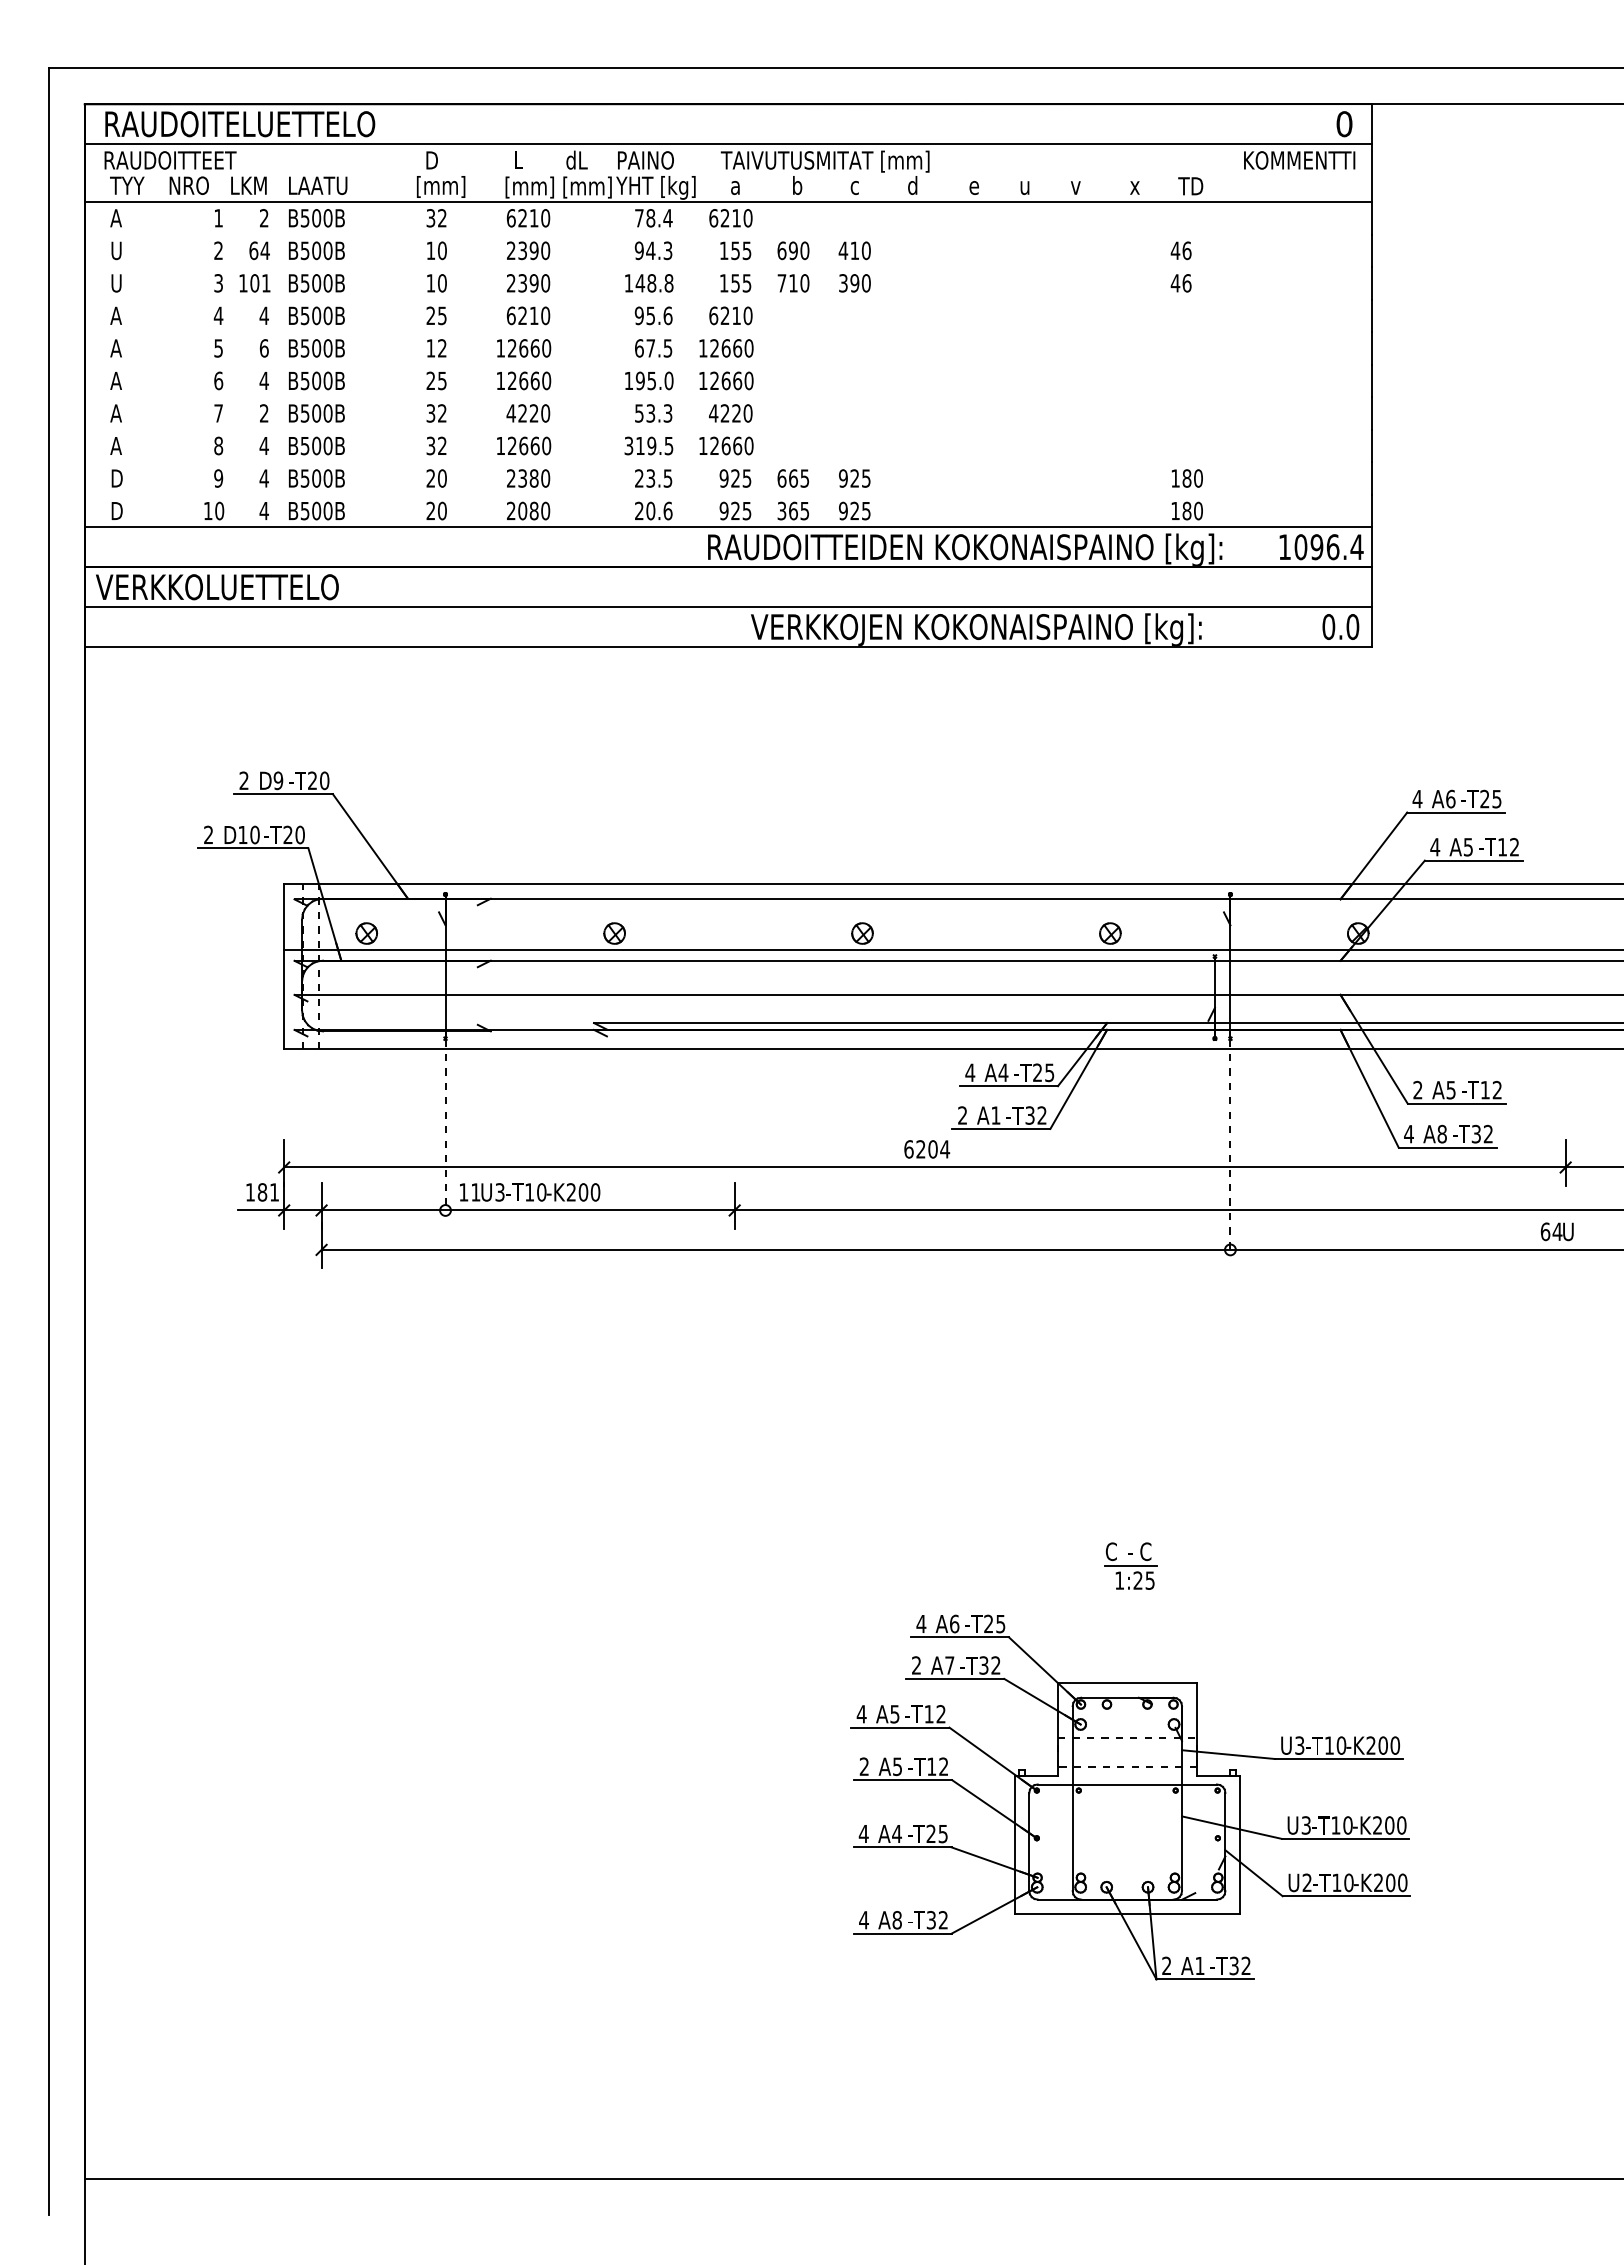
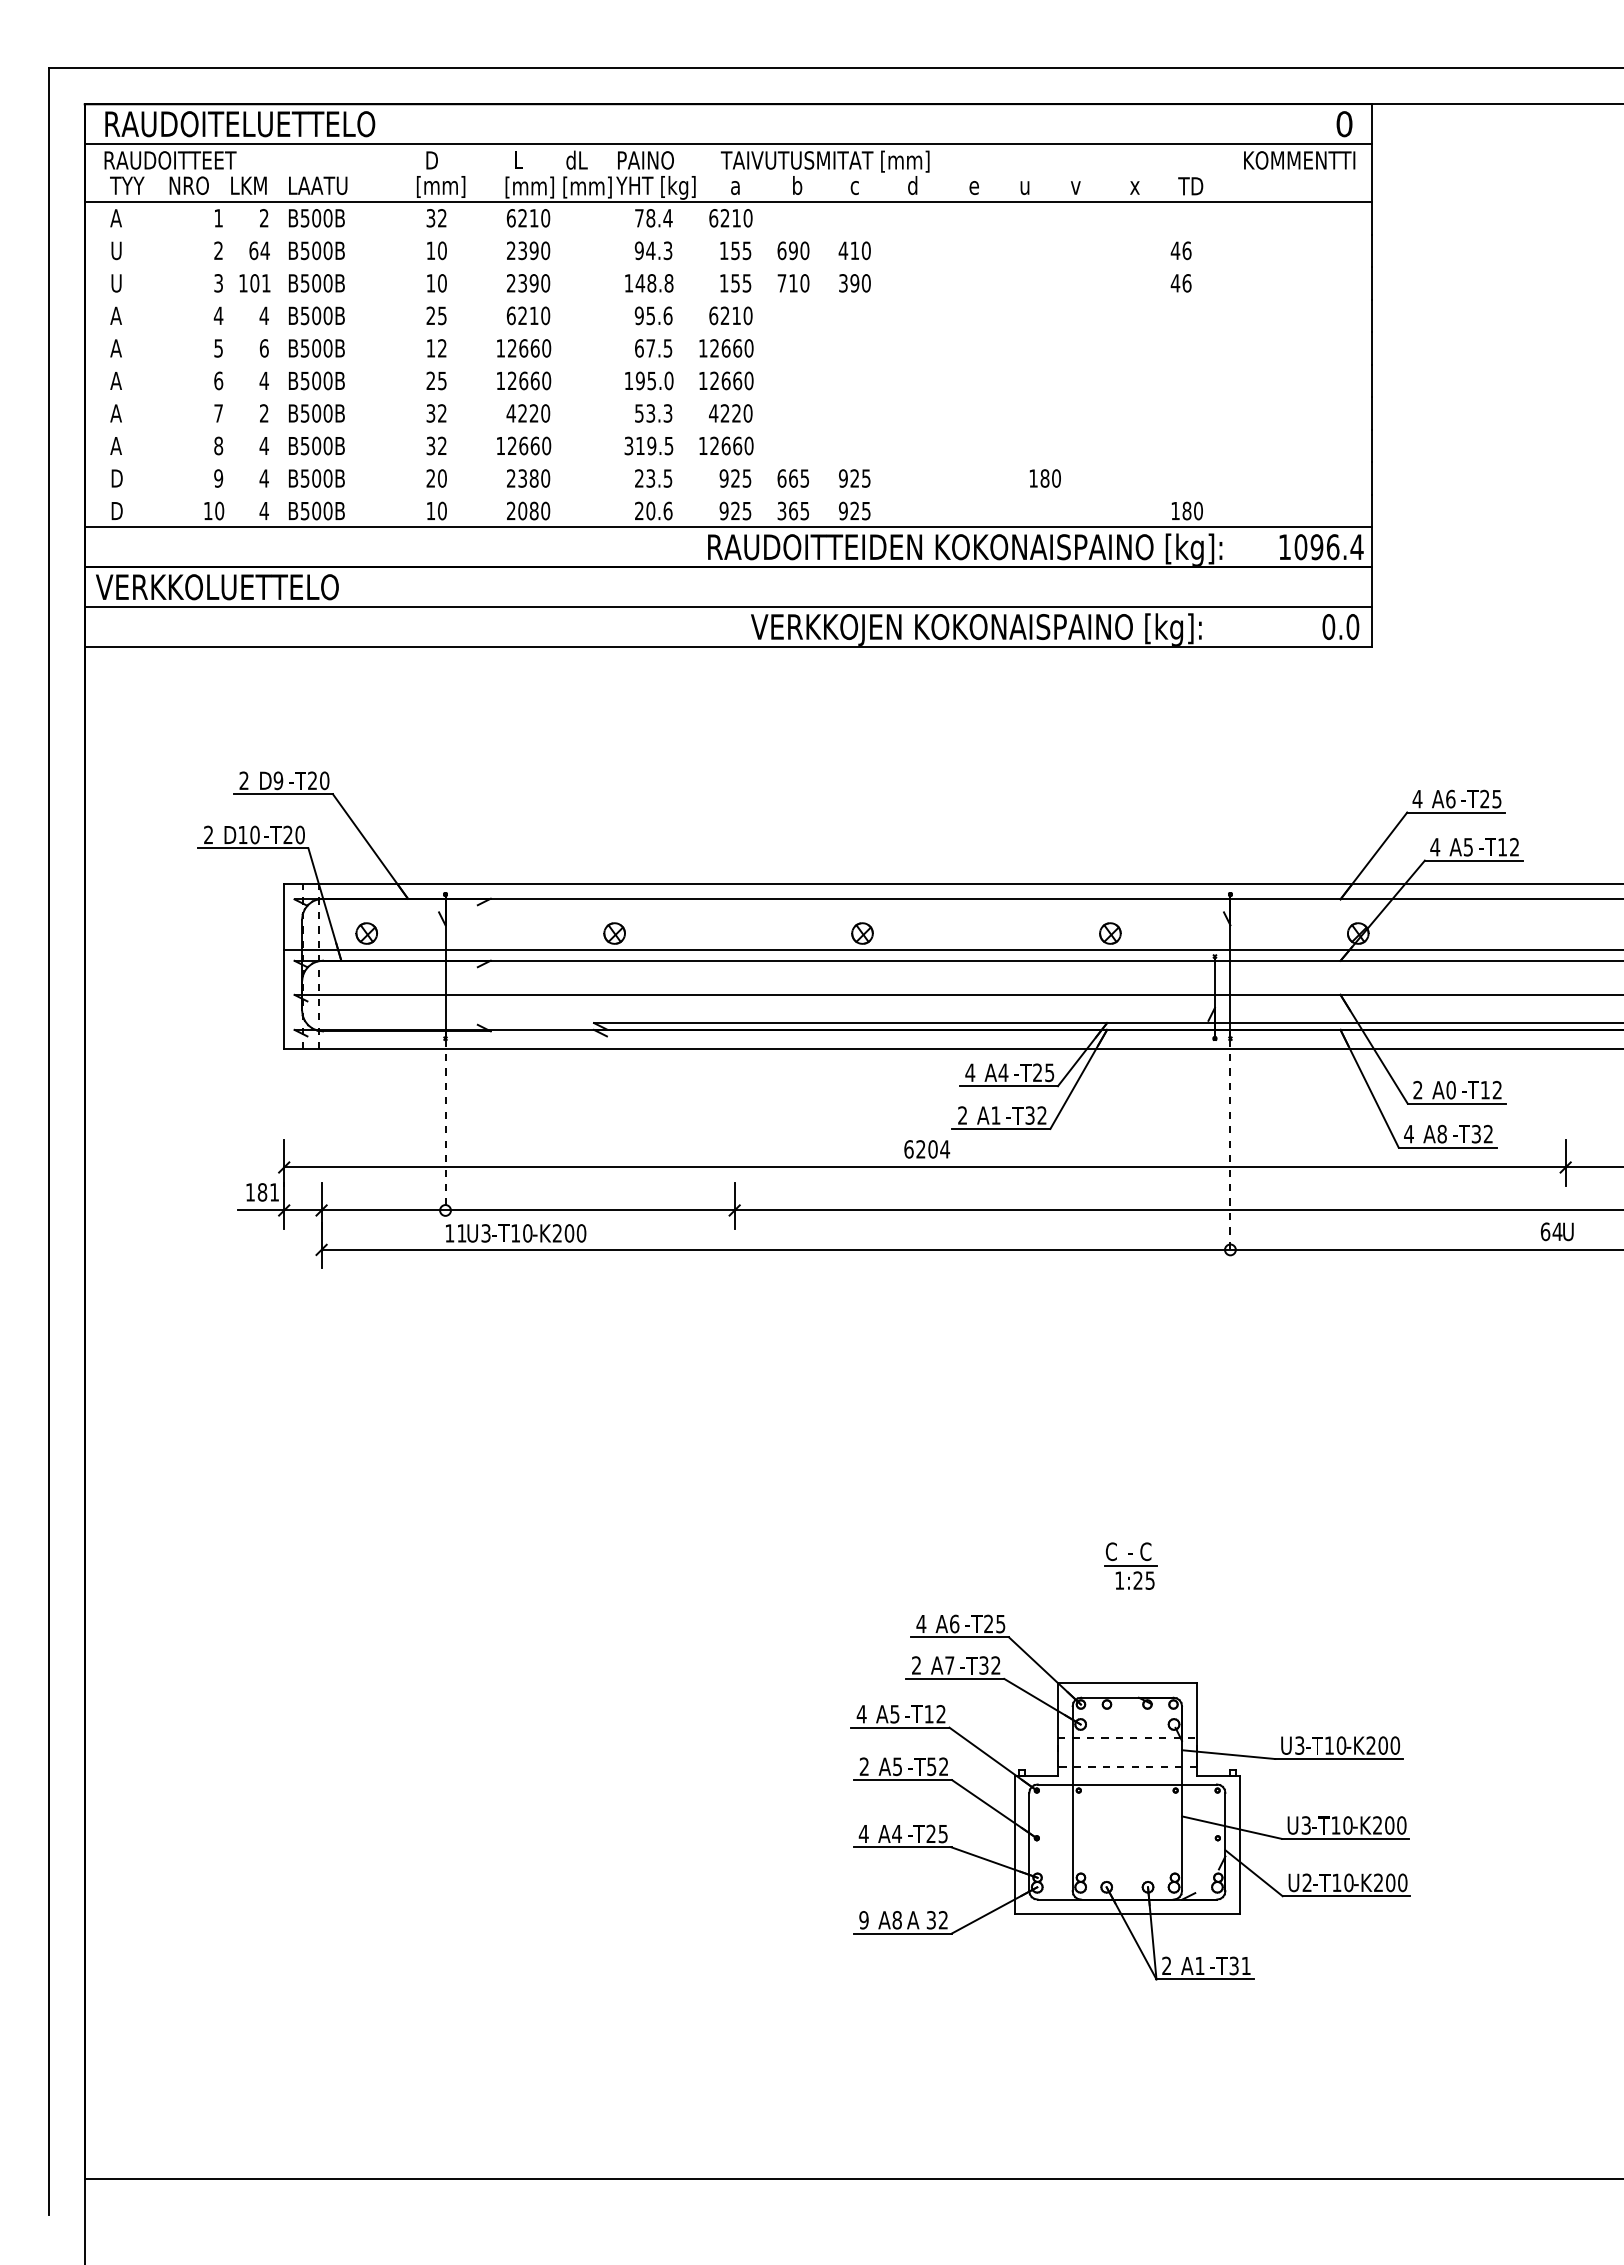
text at (1186, 478) position: (1186, 478) -> (1044, 478)
text at (430, 510): 20 -> 10
text at (1450, 1089): 5 -> 0
text at (530, 1192) position: (530, 1192) -> (516, 1233)
text at (931, 1766): 12 -> 52
text at (863, 1920): 4 -> 9
text at (915, 1920): -T -> A
text at (1245, 1965): 32 -> 31
